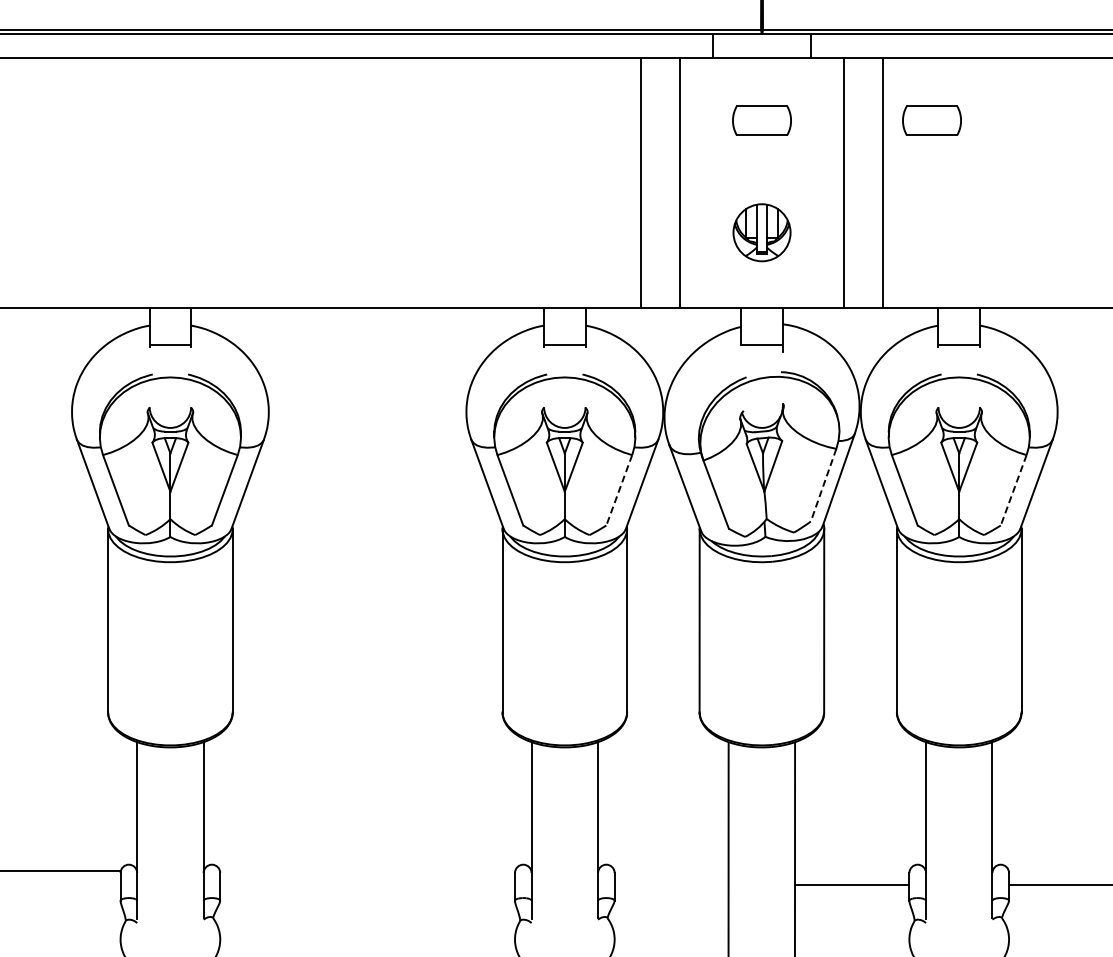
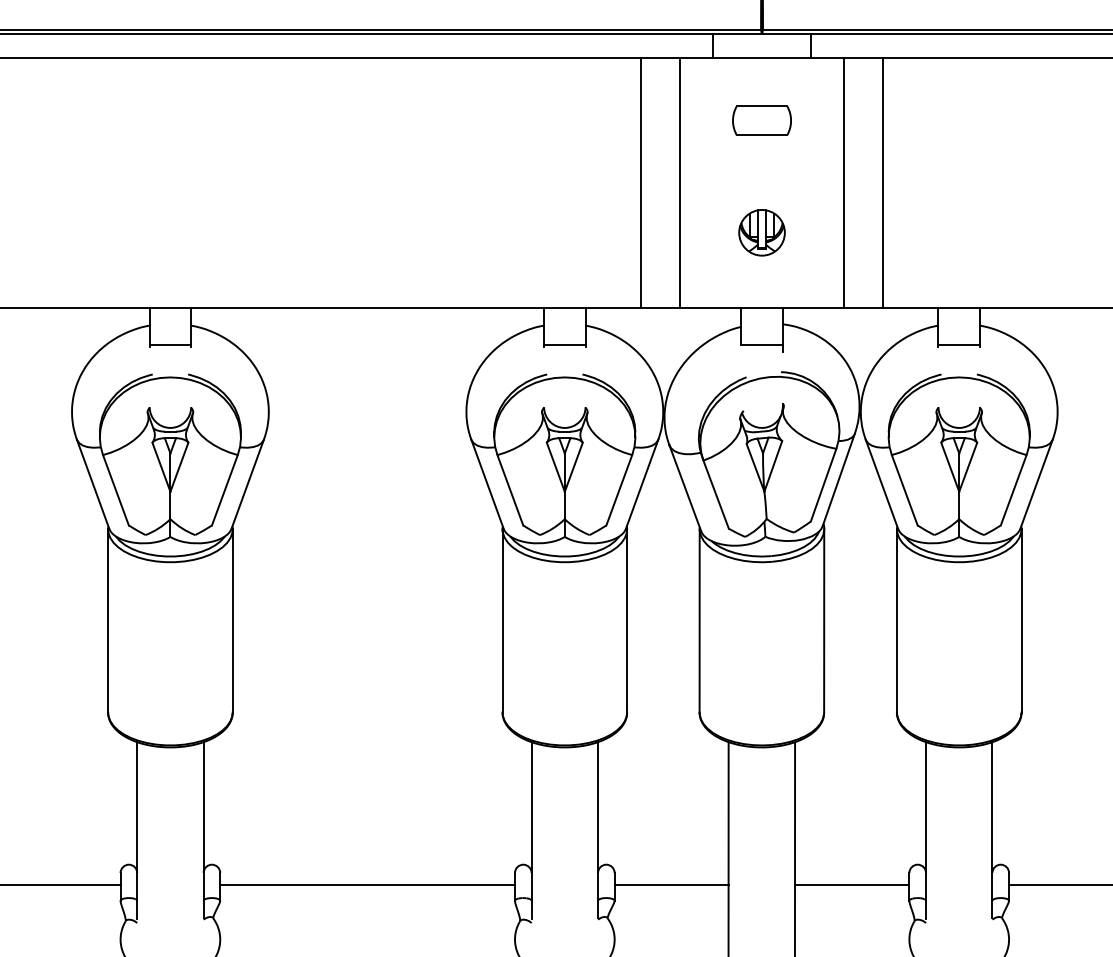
part at (931, 120): present -> none
part at (761, 232) size: 60x60 px -> 48x48 px
line at (823, 485): dashed -> solid
line at (619, 490): dashed -> solid
line at (1013, 490): dashed -> solid
line at (61, 870) position: (61, 870) -> (61, 884)
line at (367, 884): none -> present
line at (671, 884): none -> present
